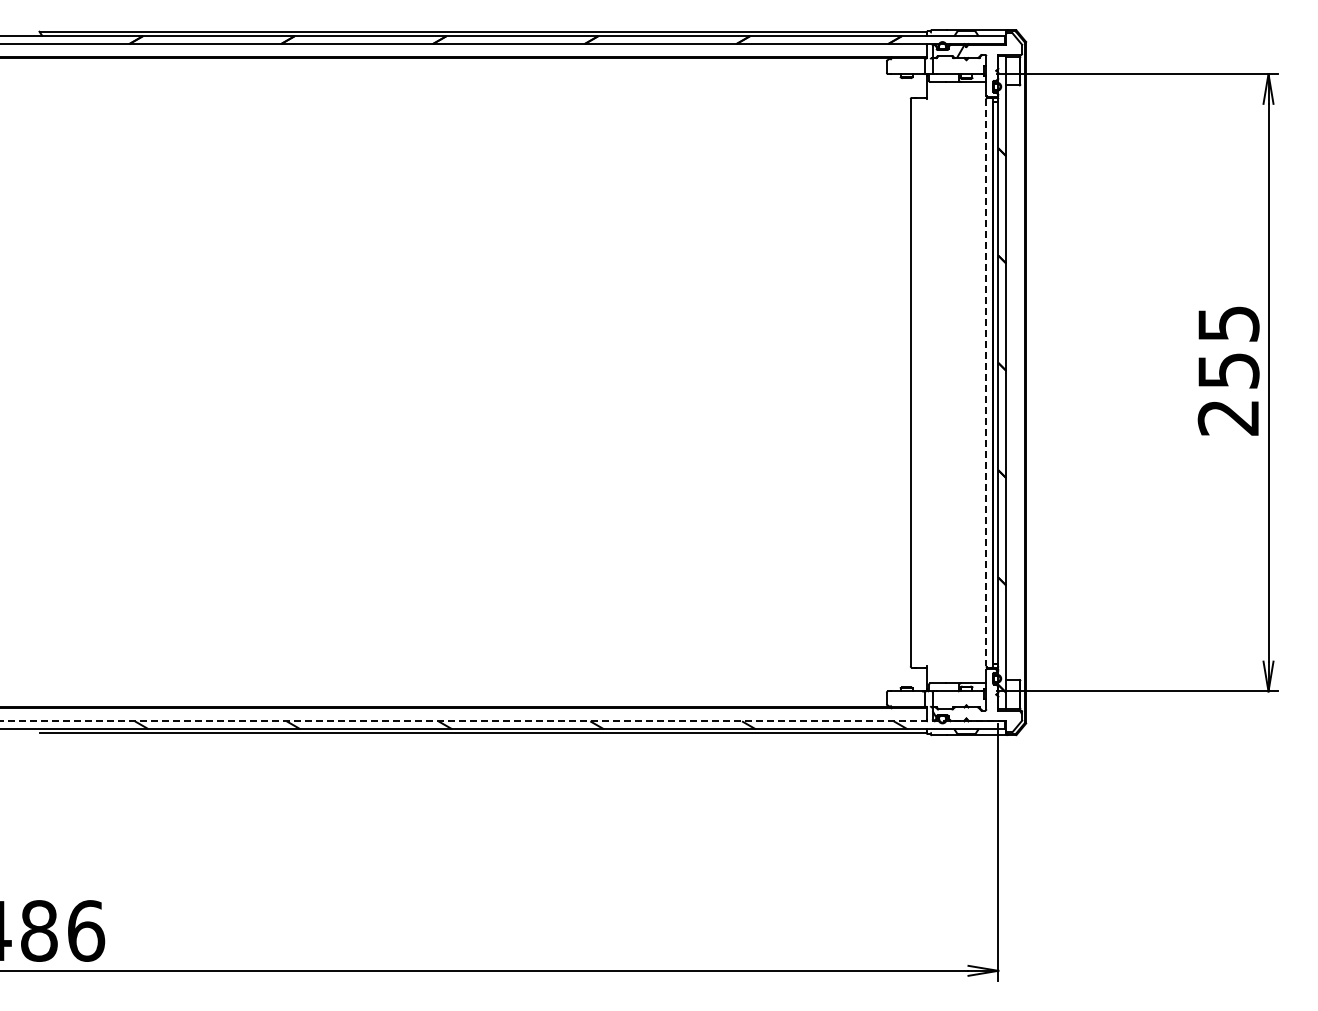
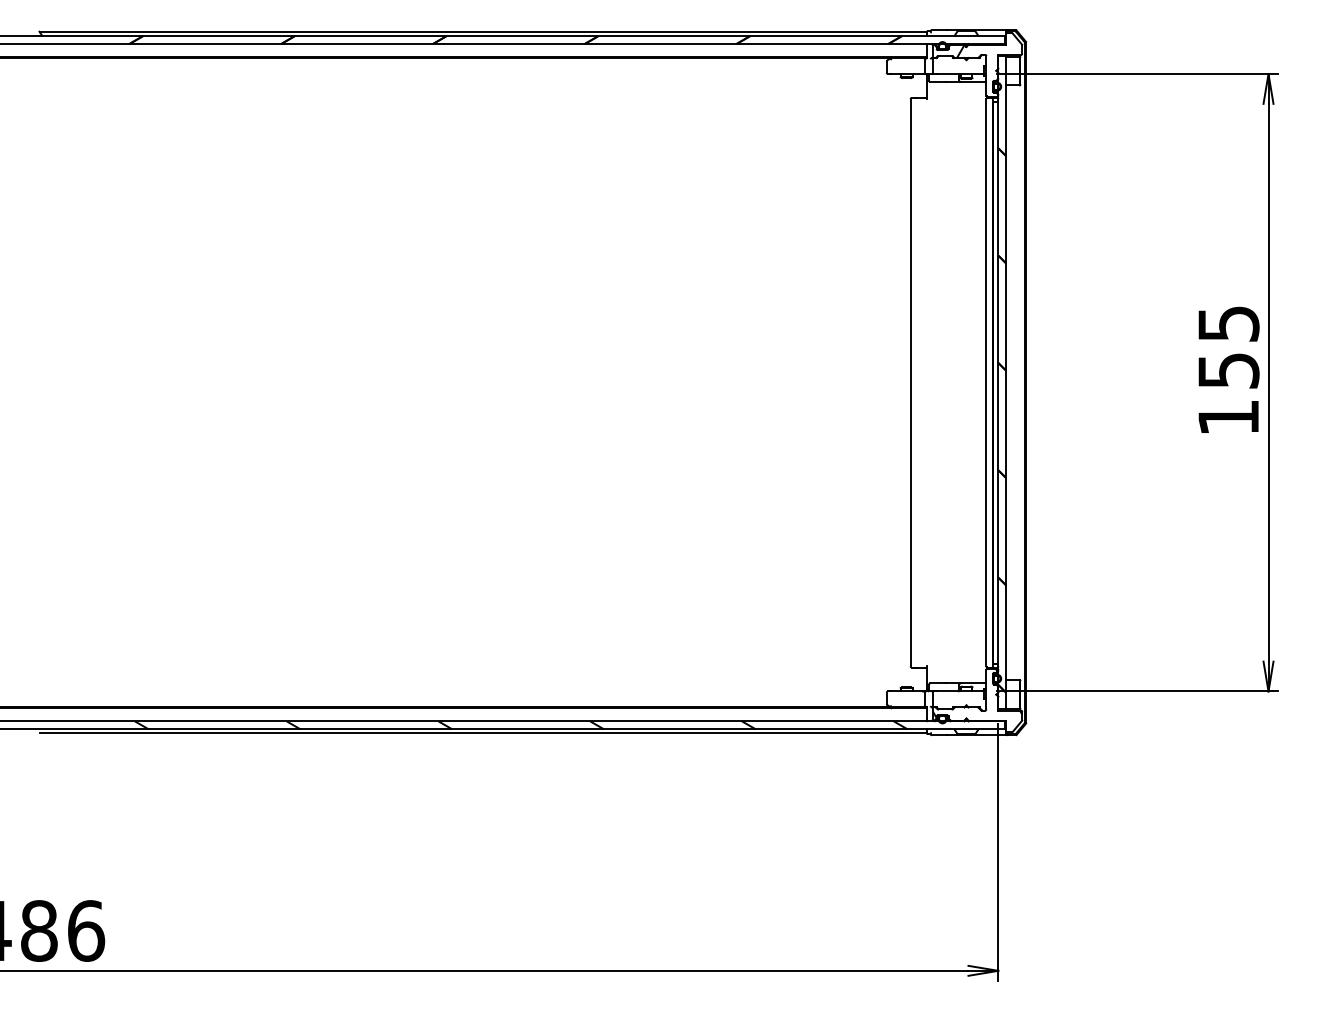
line at (986, 382): dashed -> solid
text at (1227, 418): 255 -> 155
line at (502, 721): dashed -> solid
